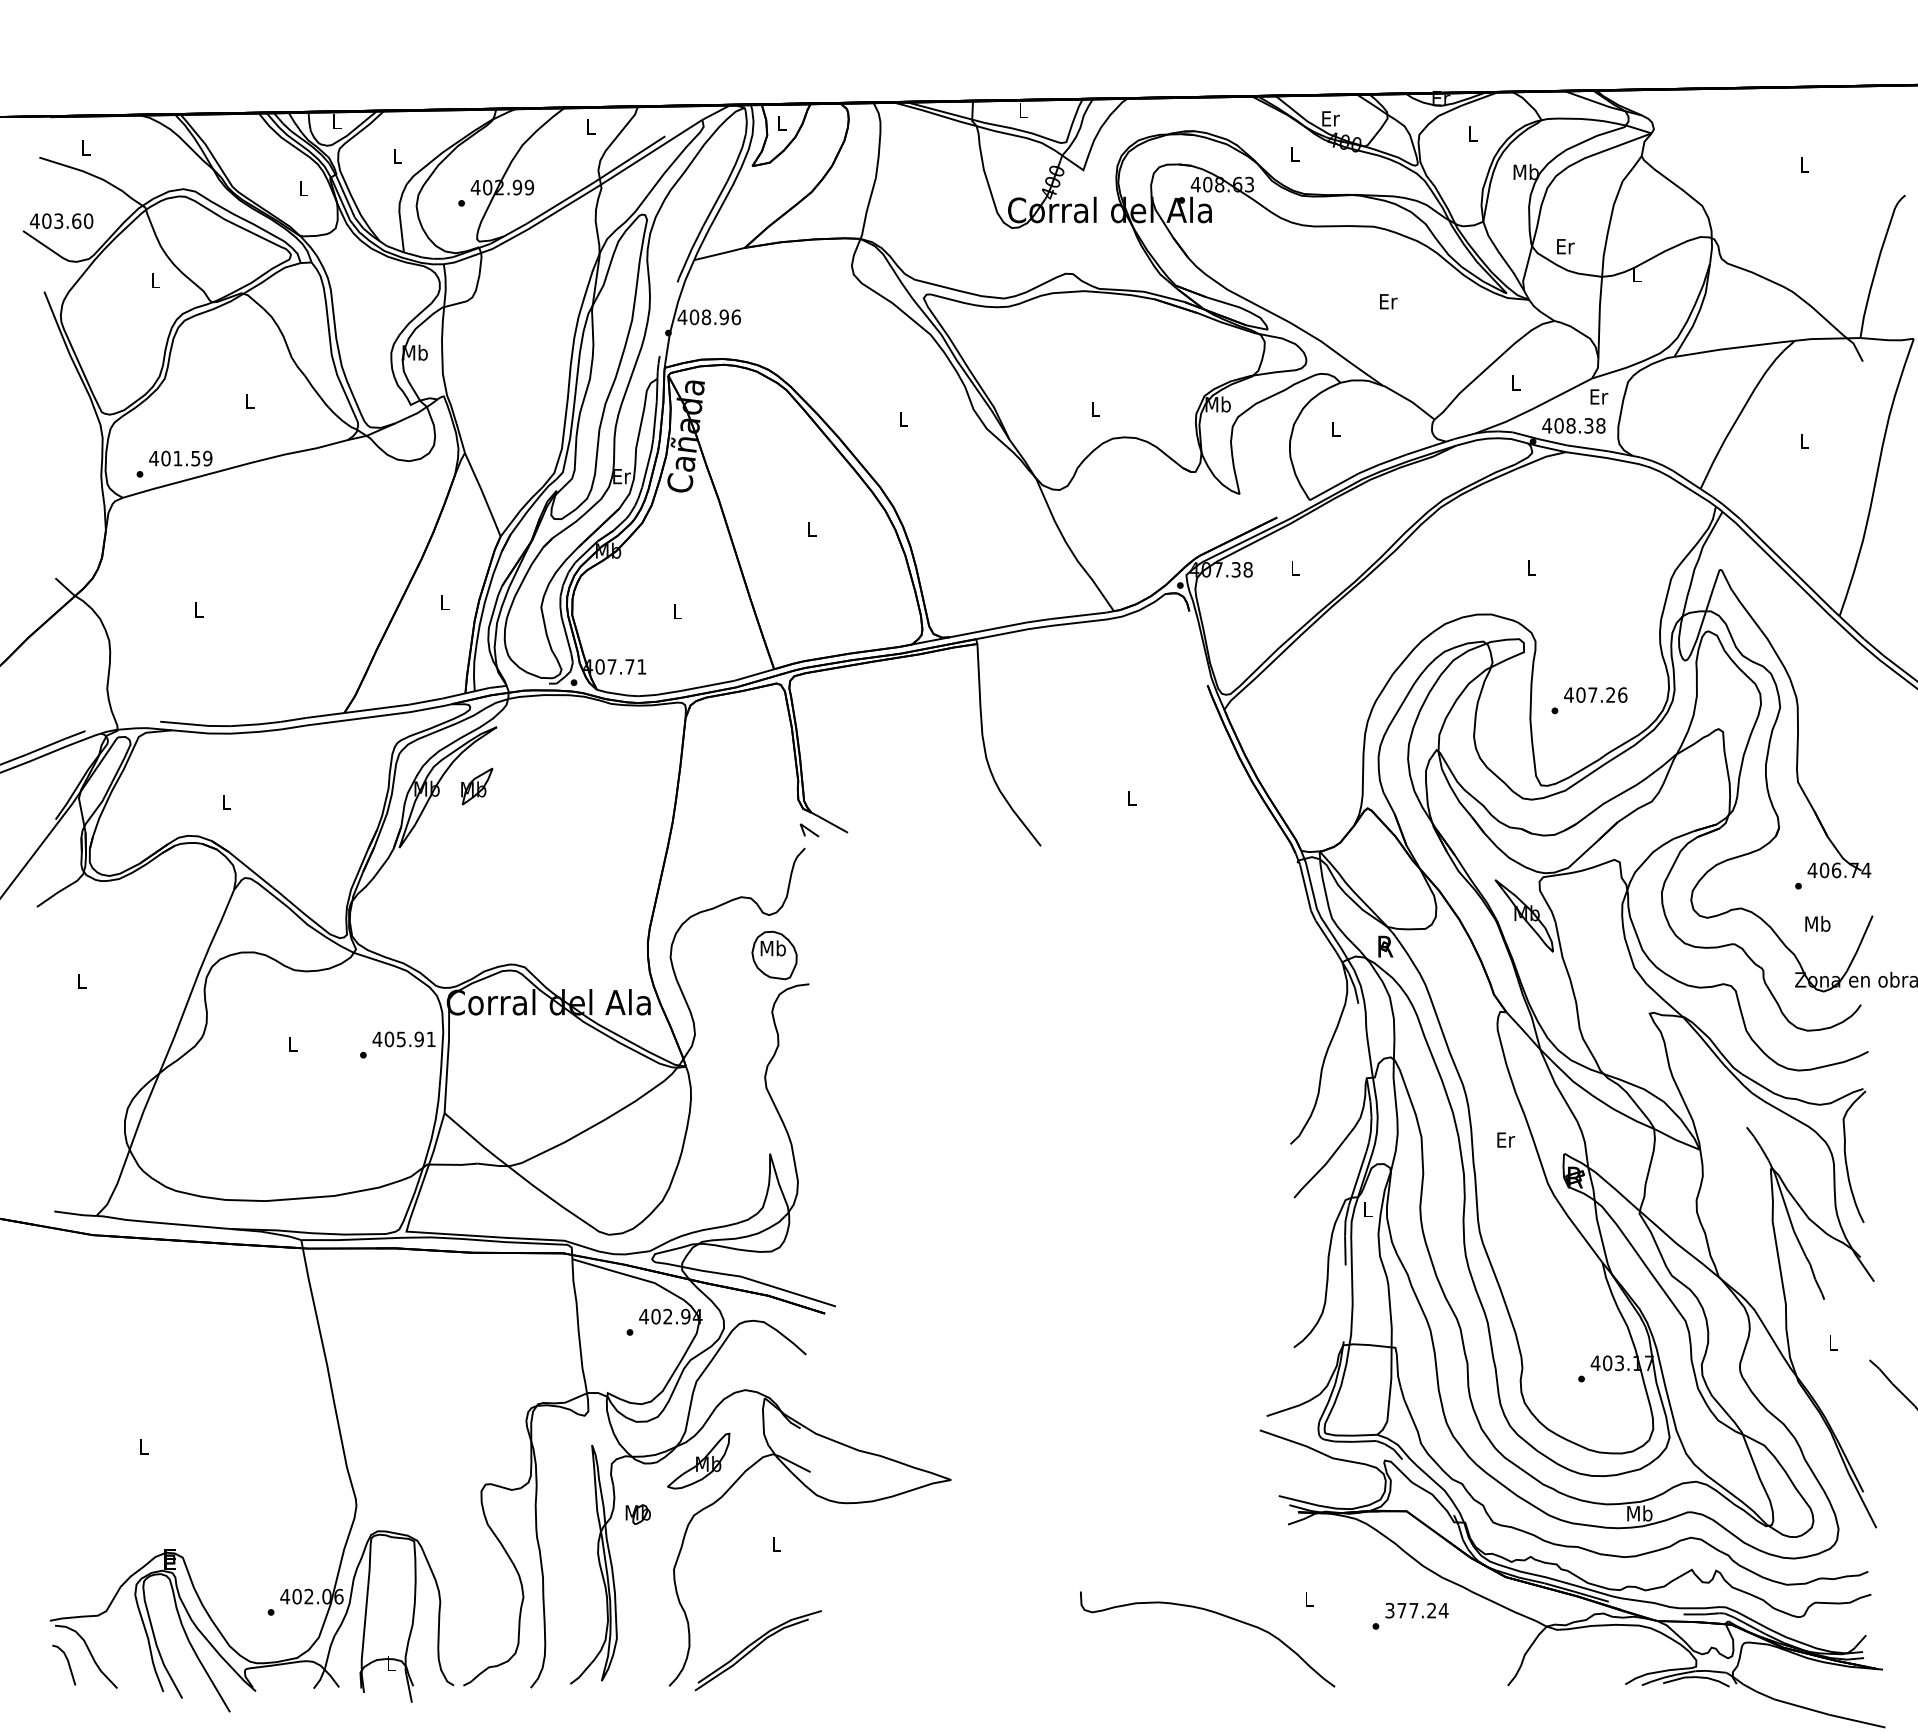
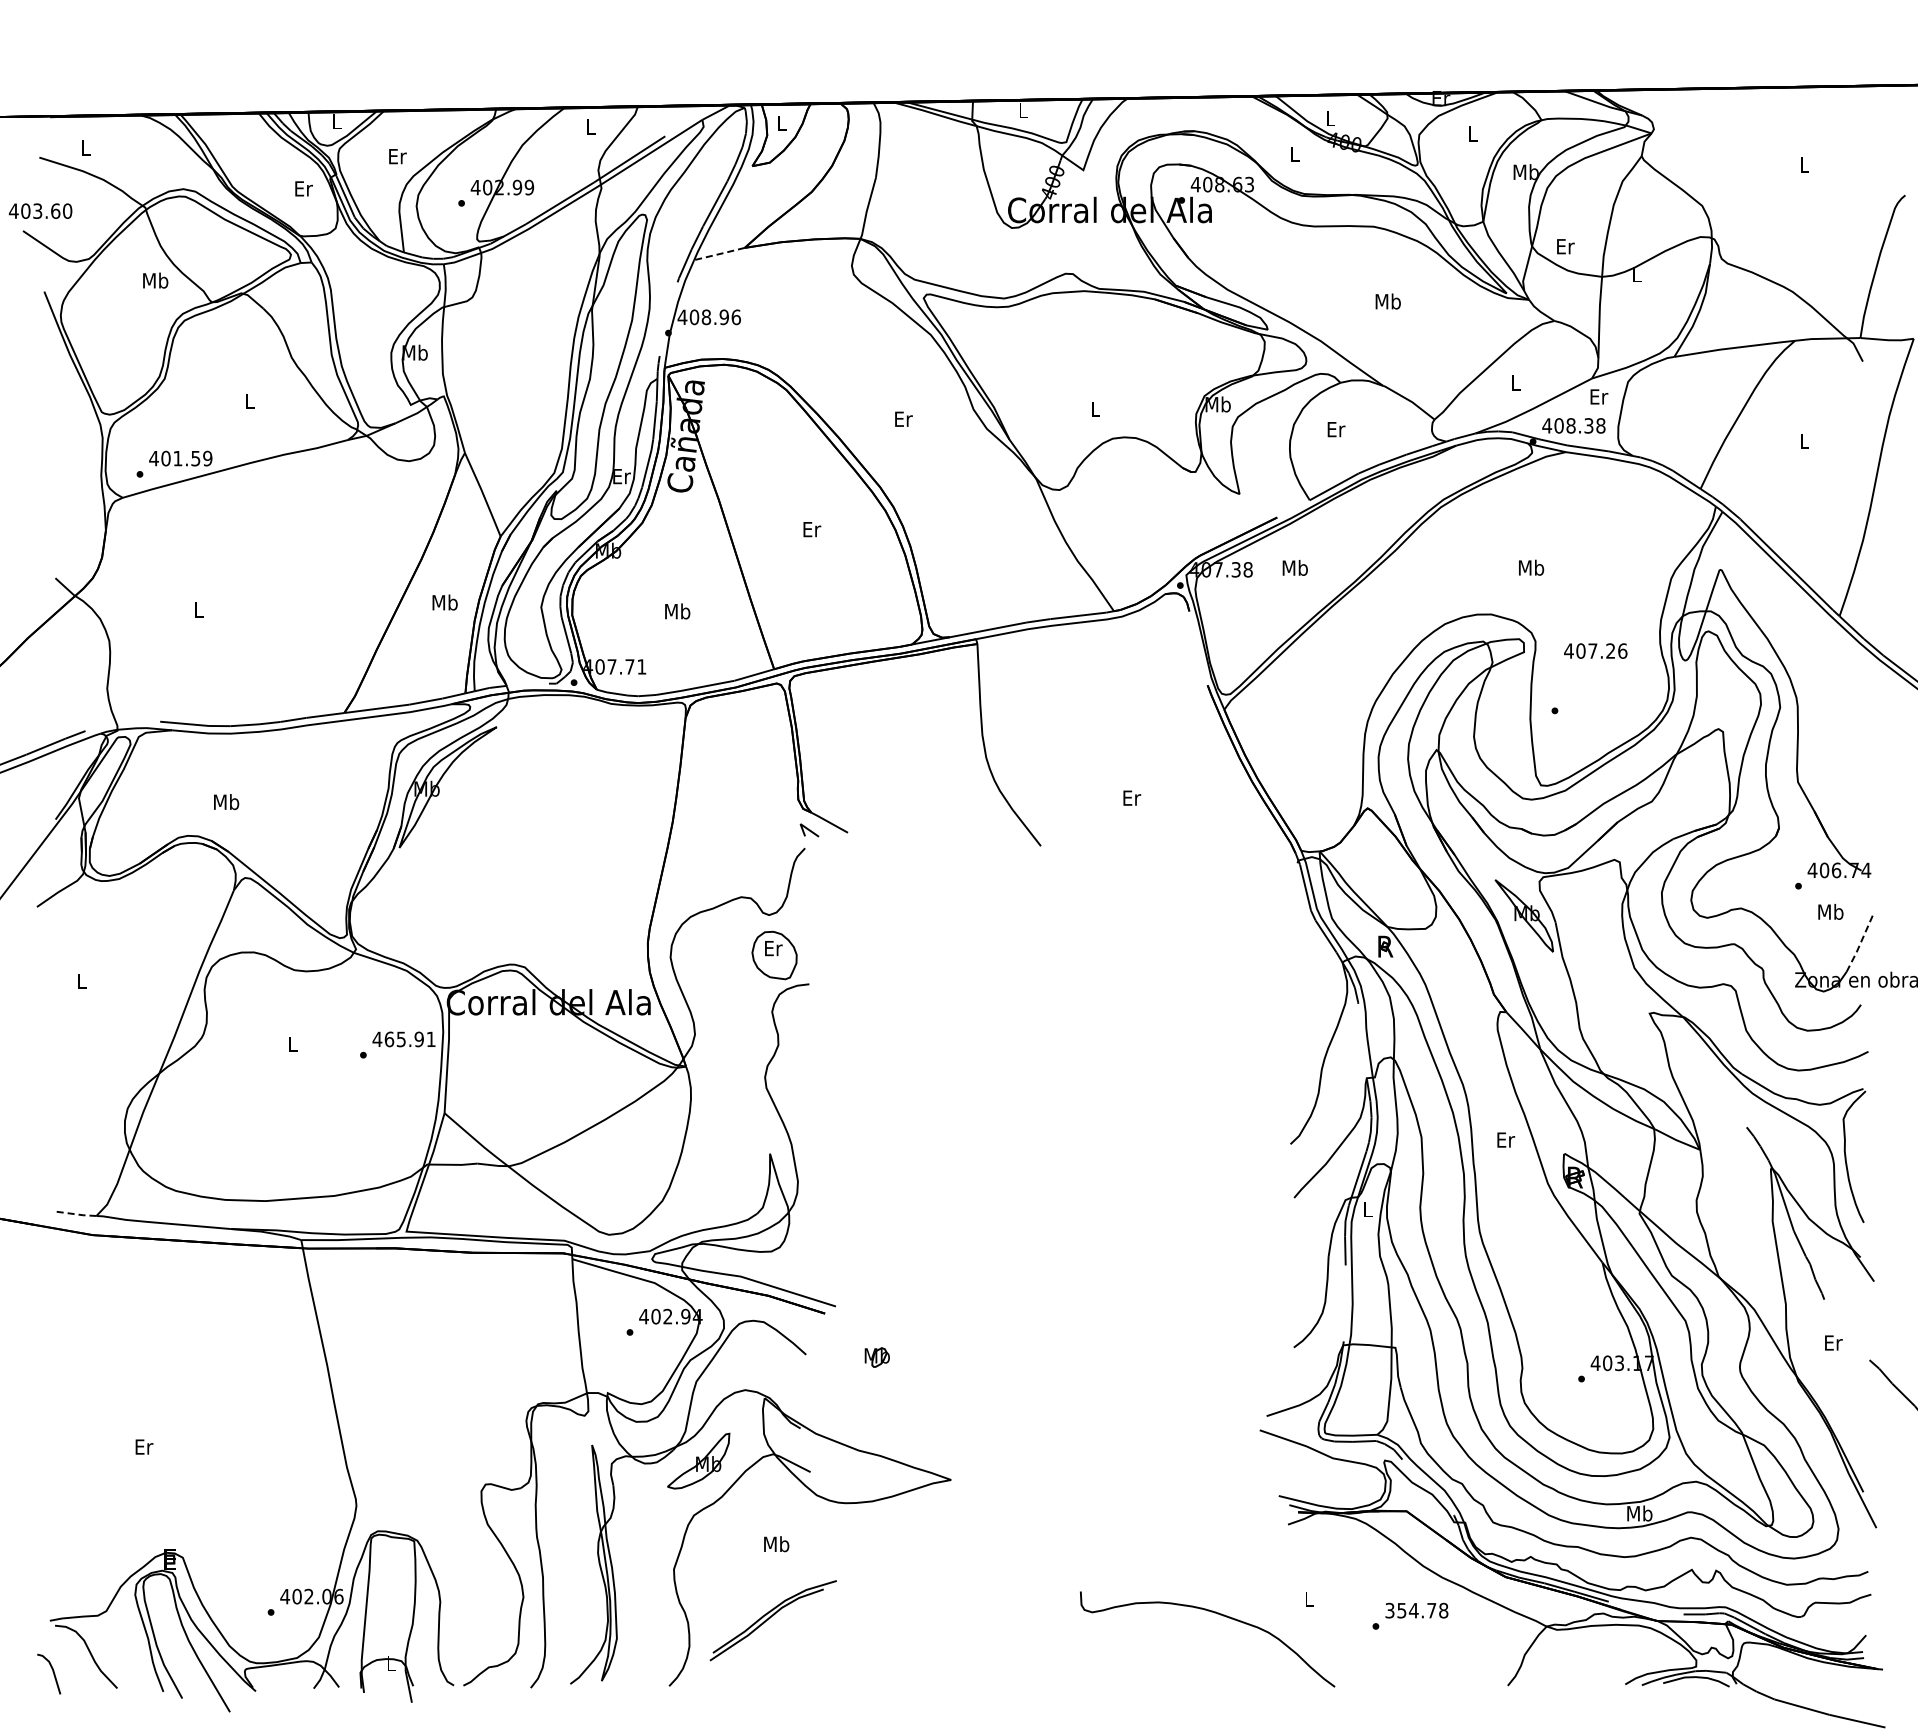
text at (1330, 118): Er -> L
text at (397, 156): L -> Er
text at (303, 188): L -> Er
text at (61, 220) position: (61, 220) -> (40, 210)
line at (720, 253): solid -> dashed
text at (155, 280): L -> Mb
text at (1387, 301): Er -> Mb
text at (903, 418): L -> Er
text at (1336, 429): L -> Er
text at (812, 529): L -> Er
text at (1294, 567): L -> Mb
text at (1531, 567): L -> Mb
text at (444, 602): L -> Mb
text at (677, 611): L -> Mb
text at (1595, 694) position: (1595, 694) -> (1595, 650)
part at (477, 786): present -> none
text at (1132, 797): L -> Er
text at (226, 802): L -> Mb
text at (1817, 923) position: (1817, 923) -> (1830, 911)
line at (1859, 944): solid -> dashed
text at (772, 948): Mb -> Er
text at (389, 1038): 405.91 -> 465.91
line at (75, 1214): solid -> dashed
text at (1833, 1342): L -> Er
text at (144, 1446): L -> Er
part at (637, 1514) position: (637, 1514) -> (876, 1357)
text at (776, 1544): L -> Mb
text at (1422, 1610): 377.24 -> 354.78
part at (757, 1650) position: (757, 1650) -> (772, 1620)
line at (67, 1663) position: (67, 1663) -> (52, 1672)
